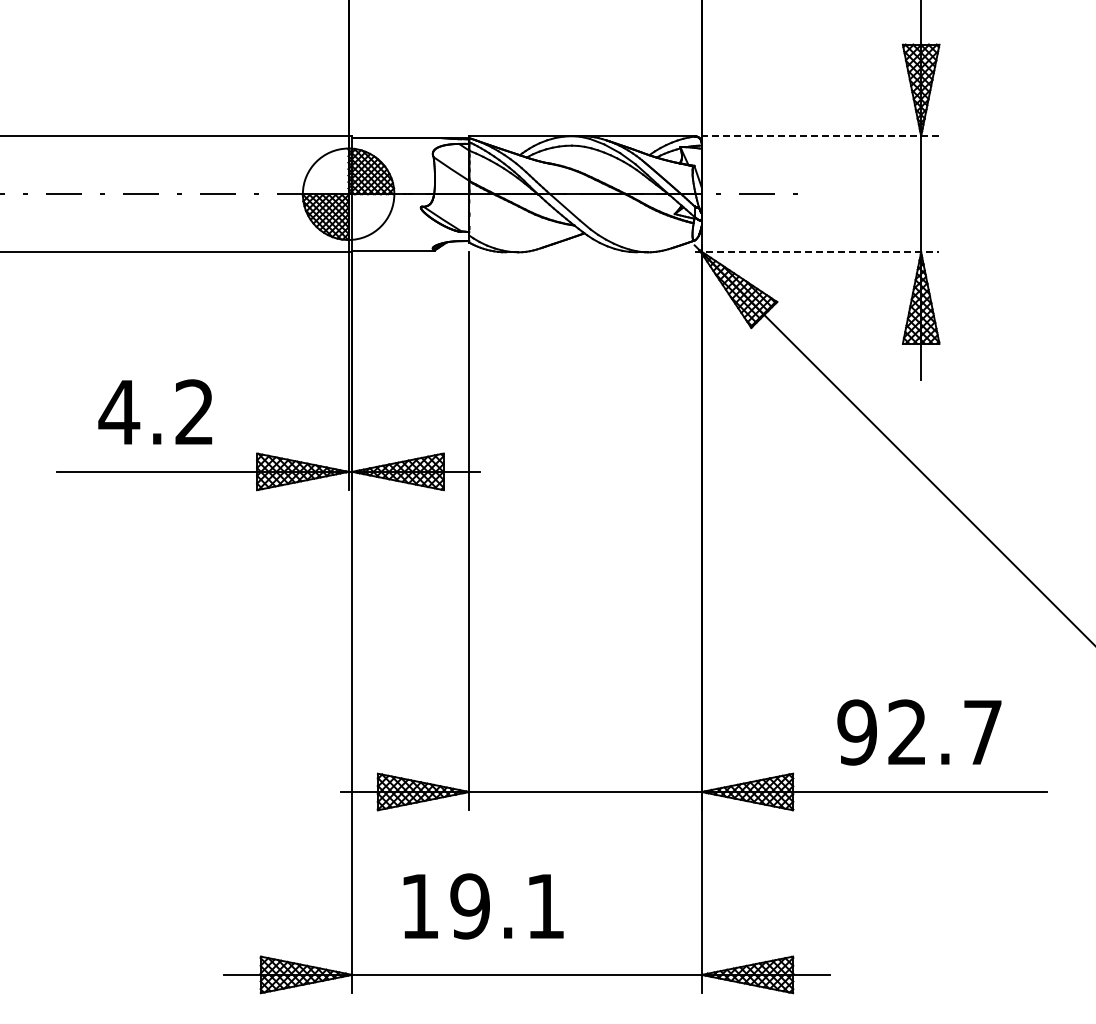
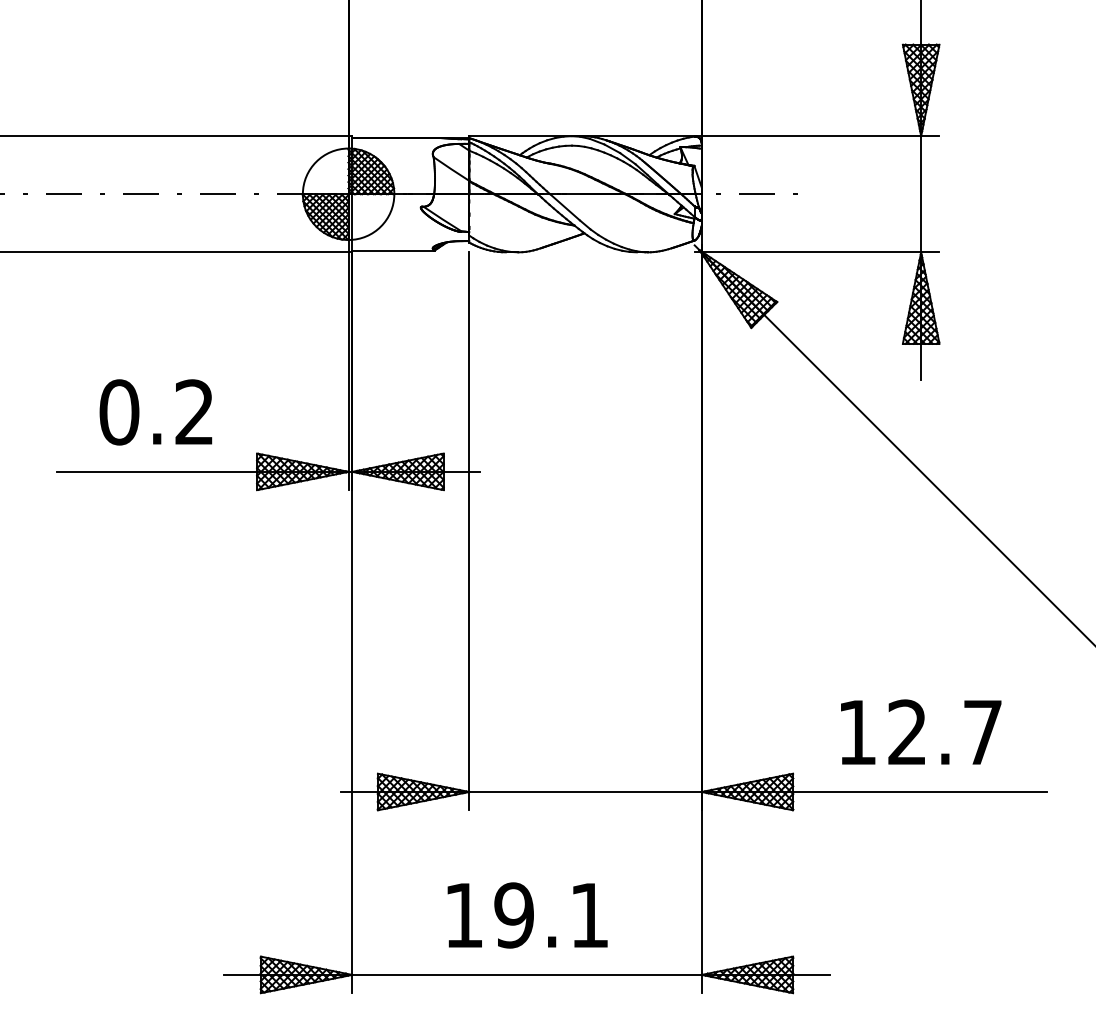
line at (816, 136): dashed -> solid
line at (817, 252): dashed -> solid
text at (119, 412): 4.2 -> 0.2
text at (856, 732): 92.7 -> 12.7
text at (483, 906) position: (483, 906) -> (527, 915)
